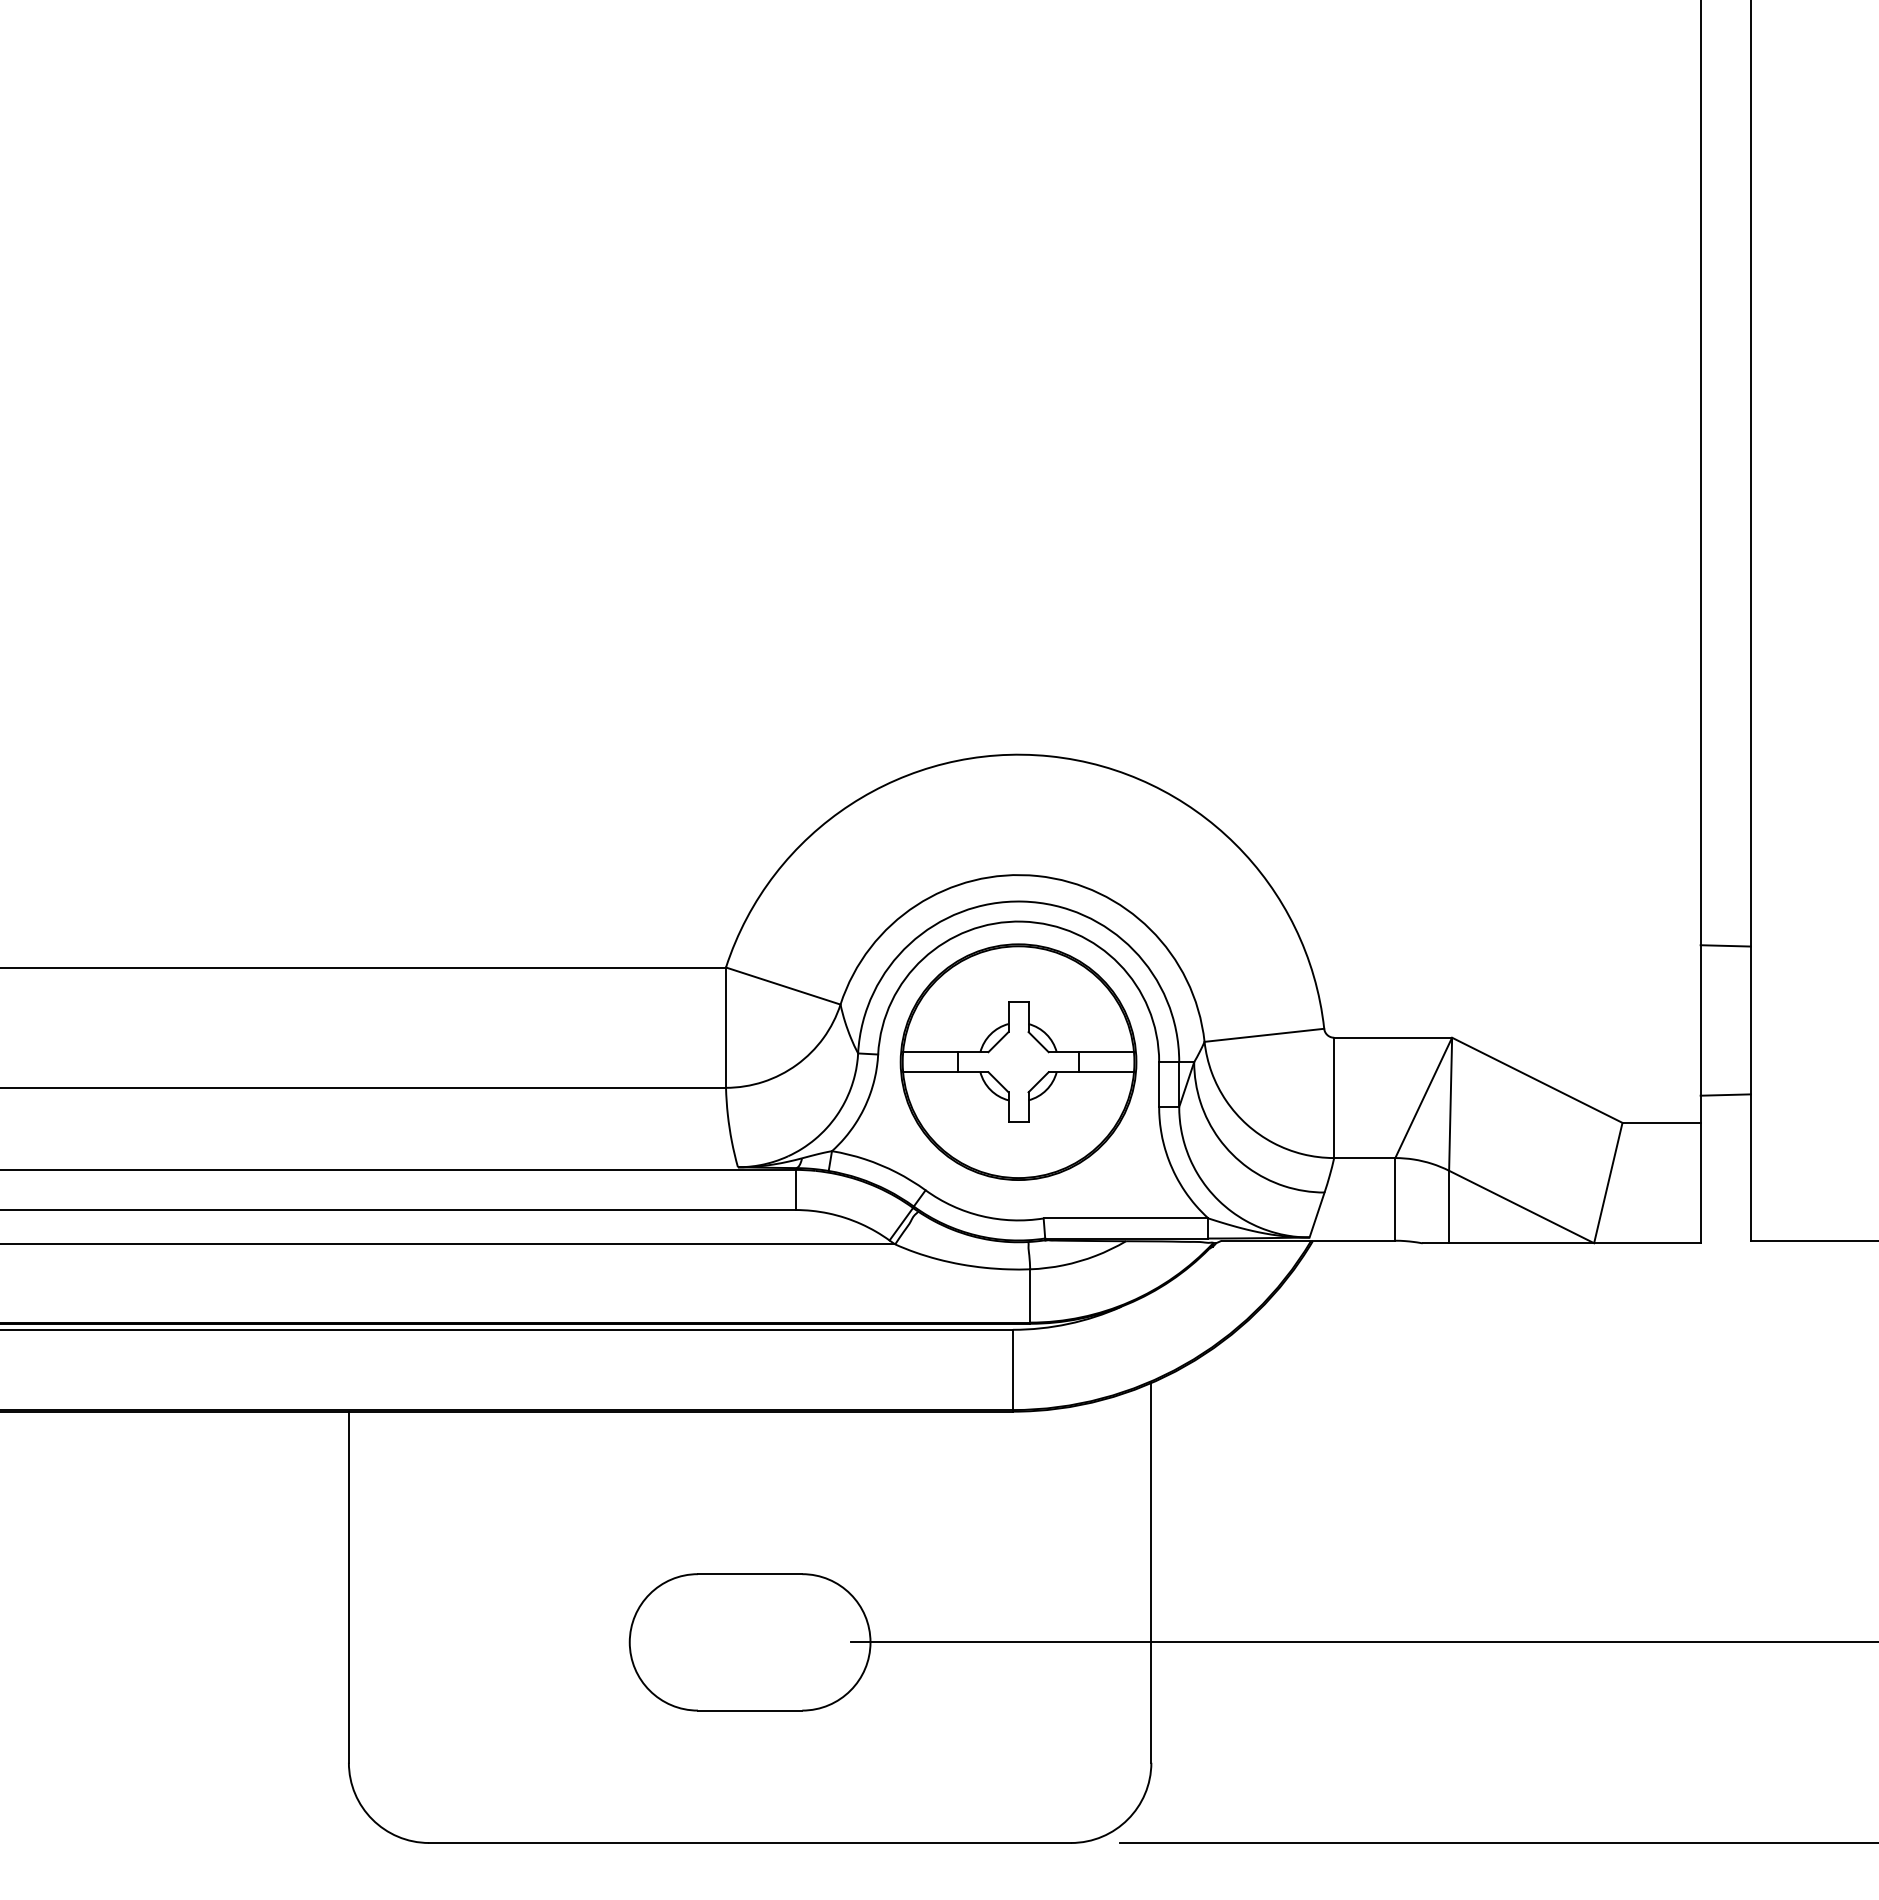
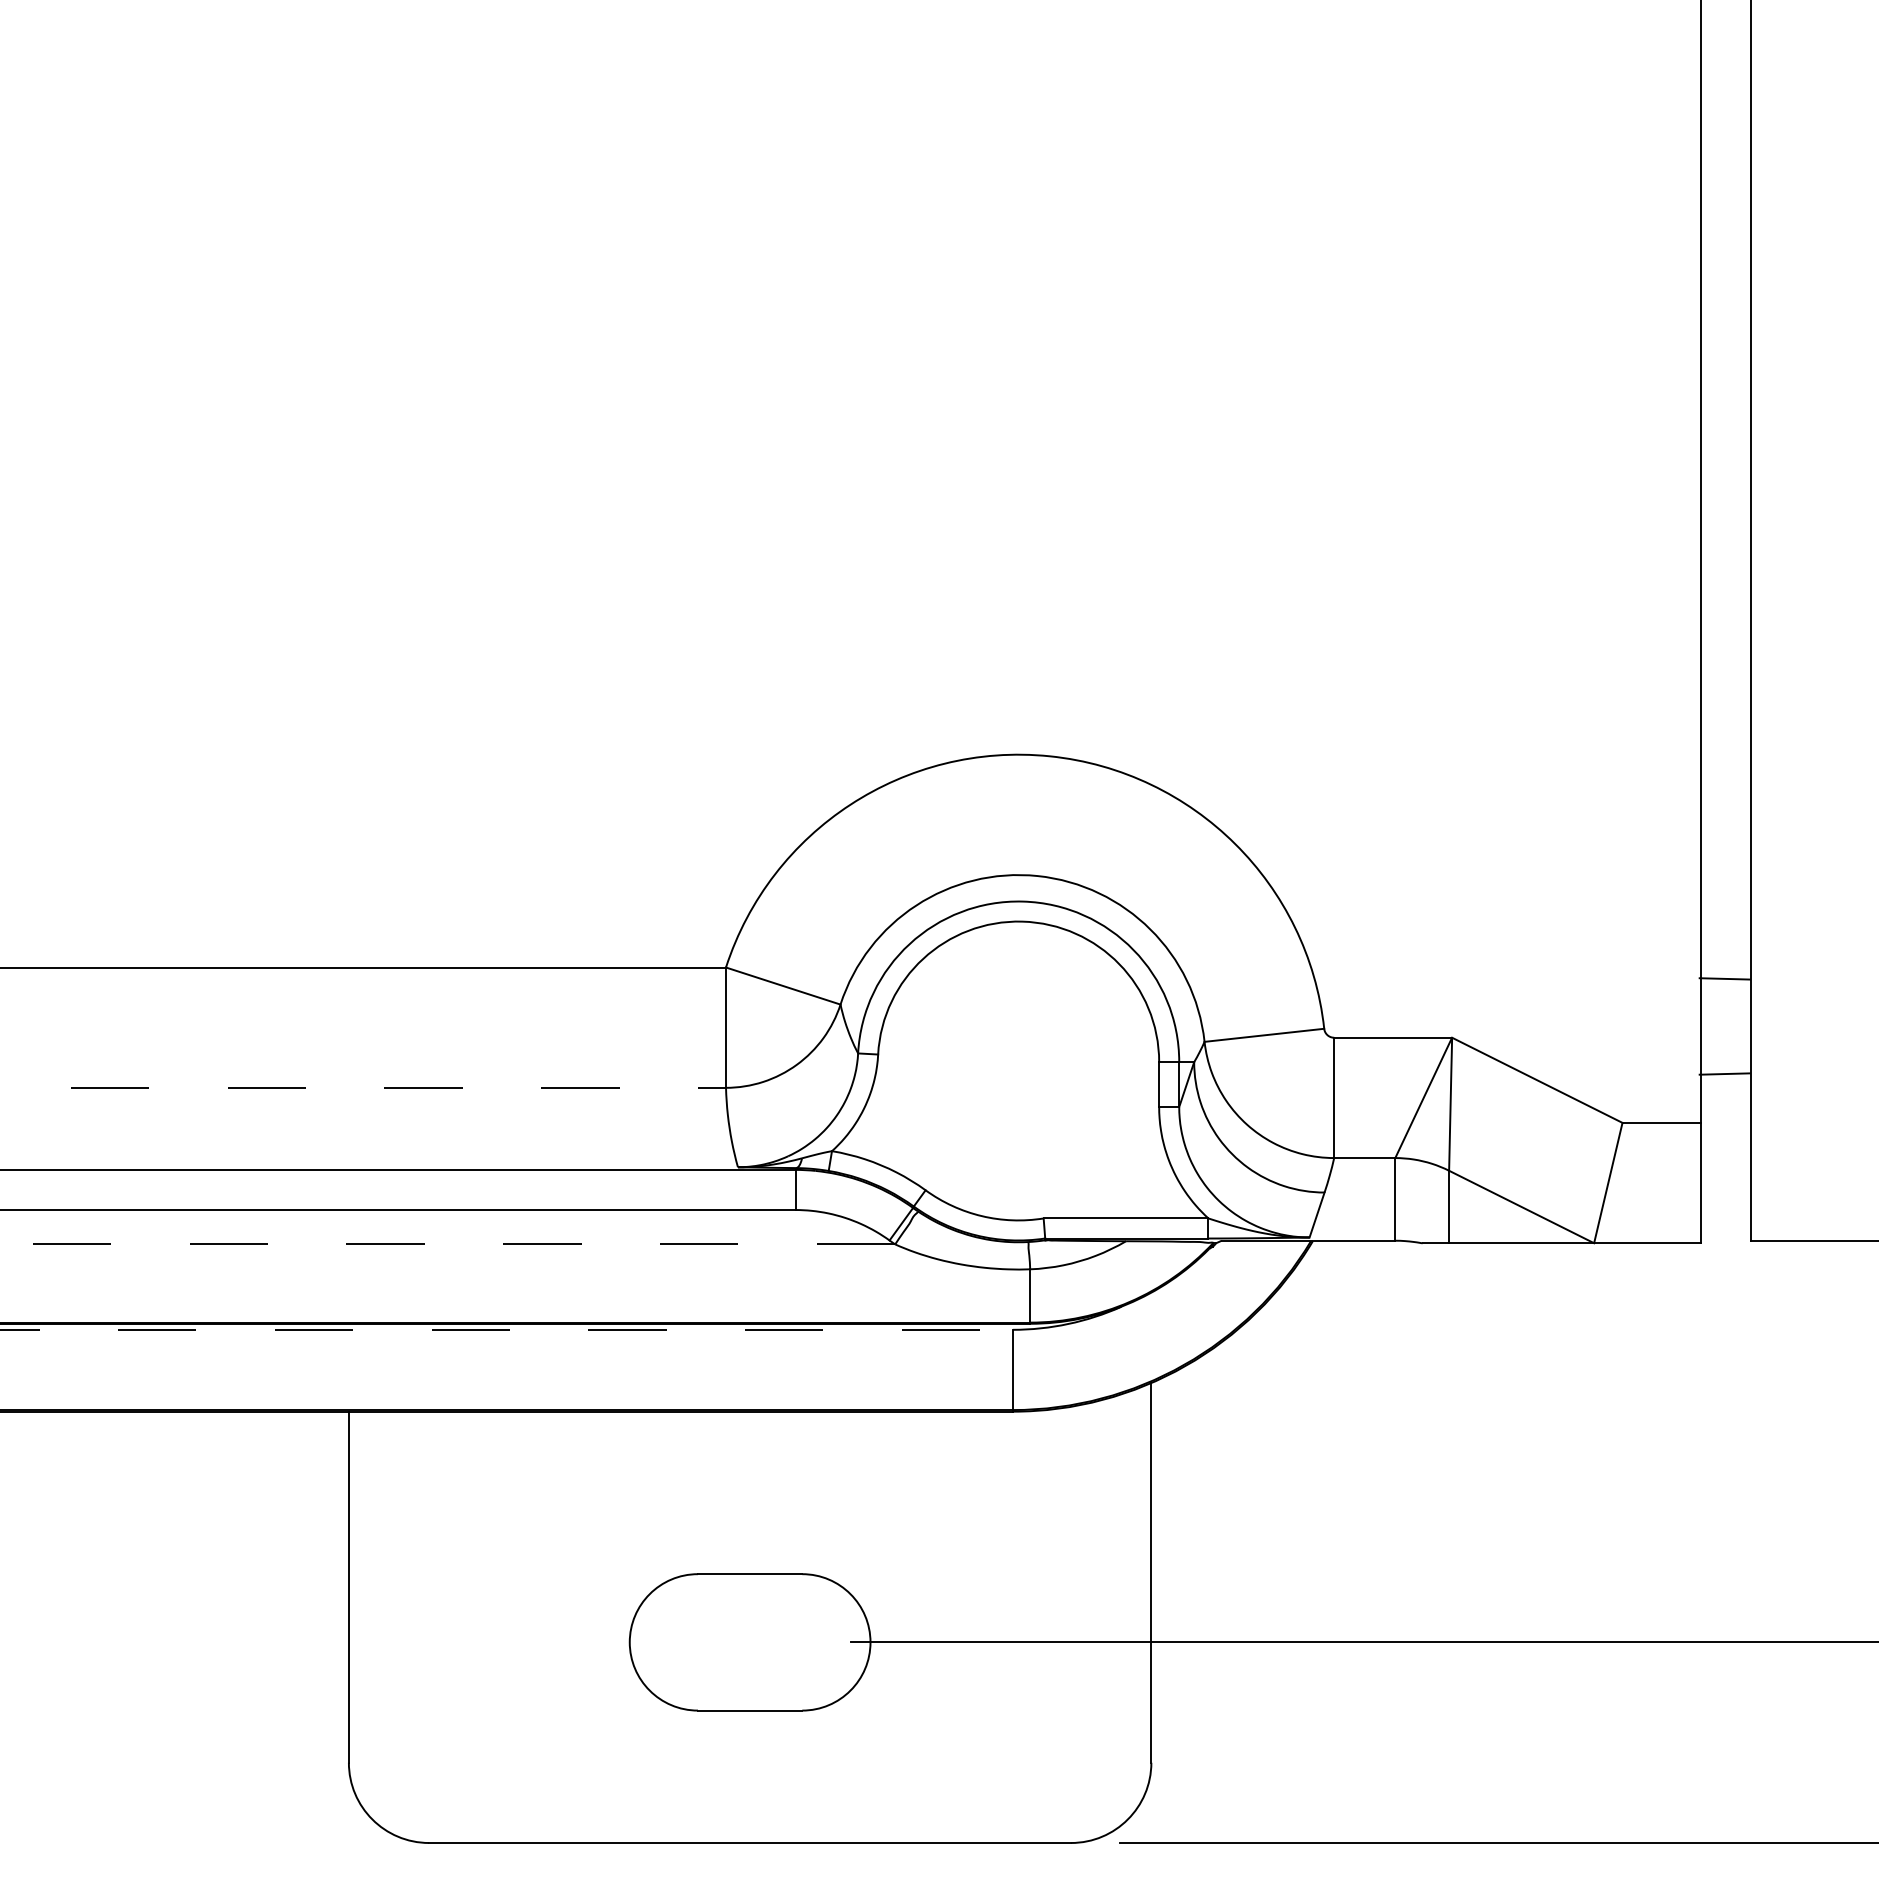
line at (1725, 945) position: (1725, 945) -> (1724, 978)
part at (1018, 1061): present -> none
line at (363, 1087): solid -> dashed
line at (1725, 1094) position: (1725, 1094) -> (1724, 1073)
line at (447, 1244): solid -> dashed
line at (507, 1329): solid -> dashed
